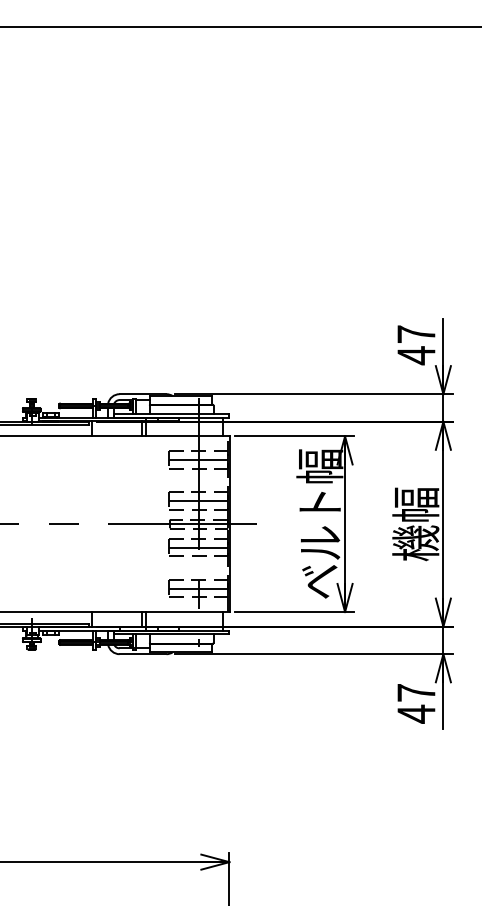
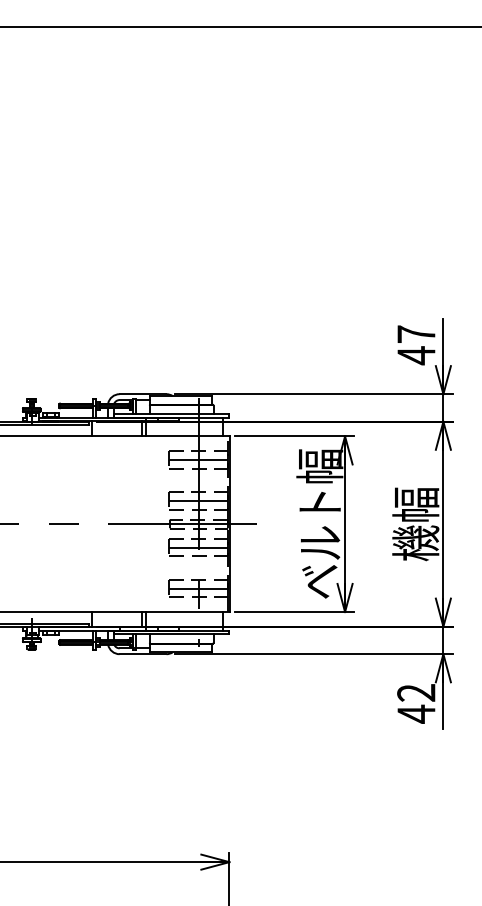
text at (416, 692): 47 -> 42
